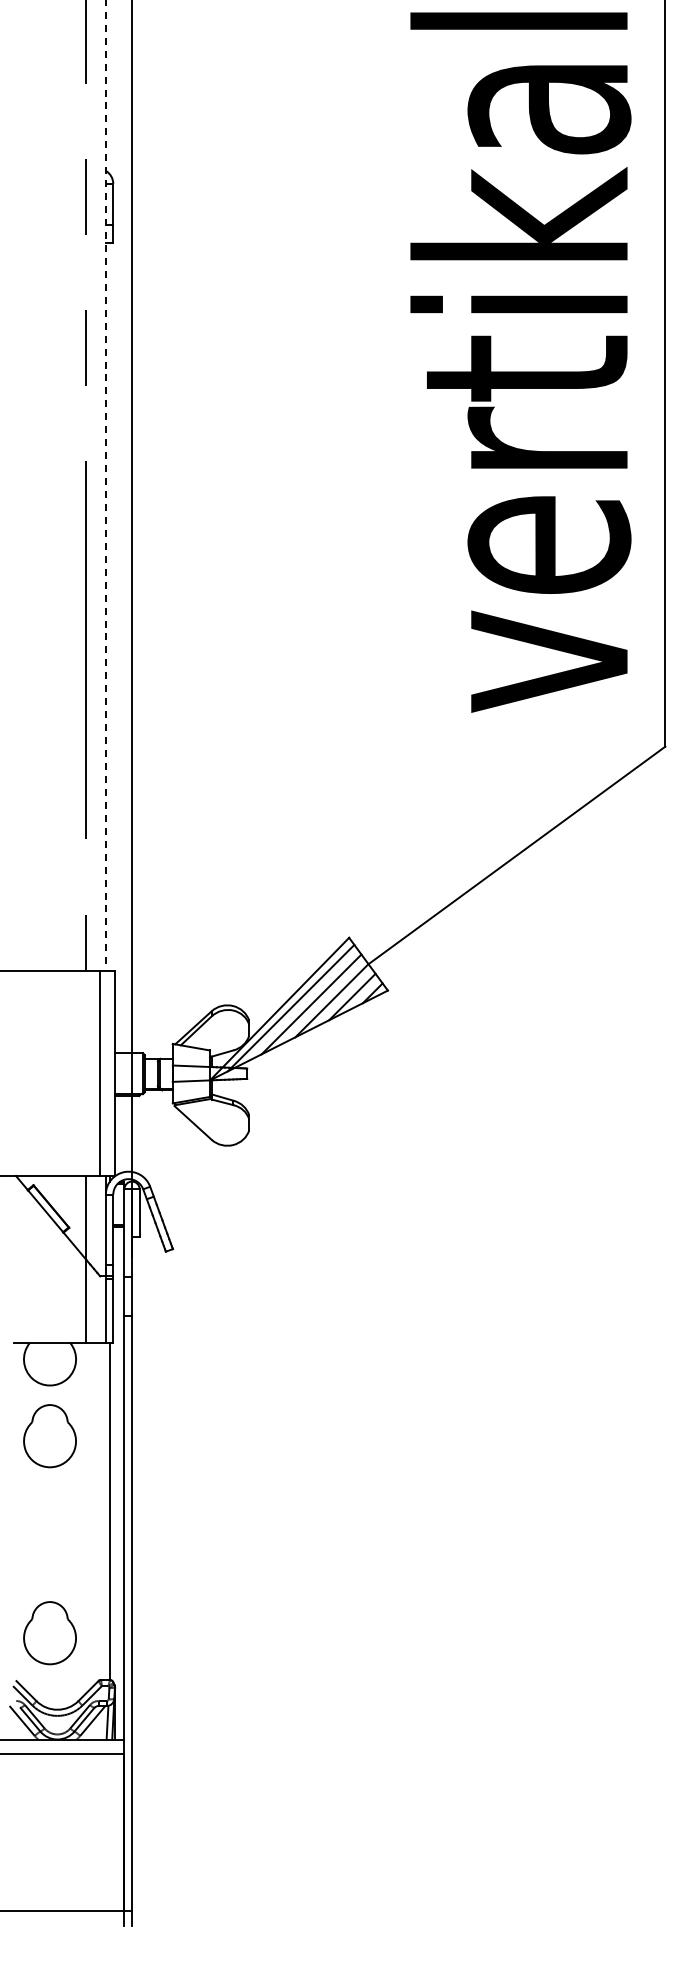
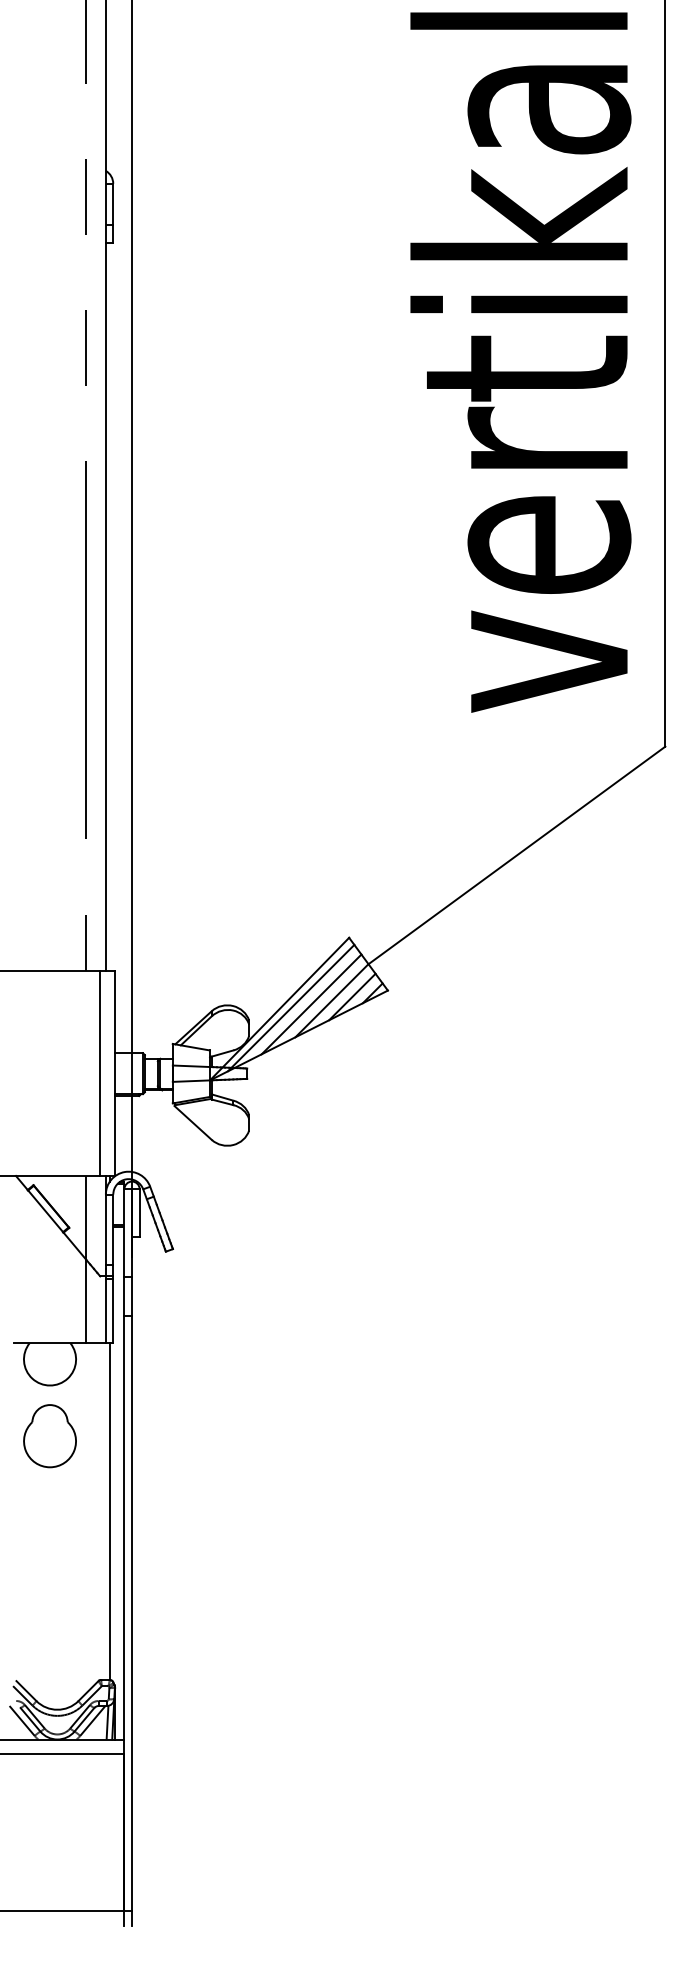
line at (105, 486): dashed -> solid
part at (49, 1633): present -> none
